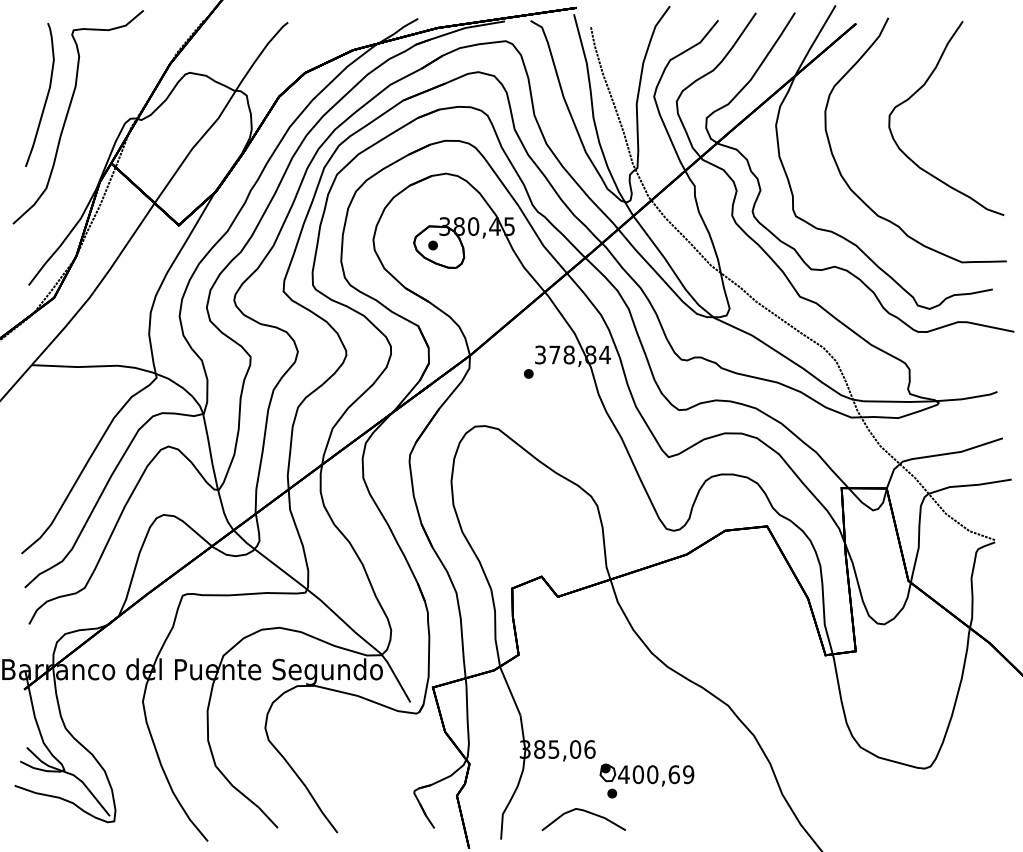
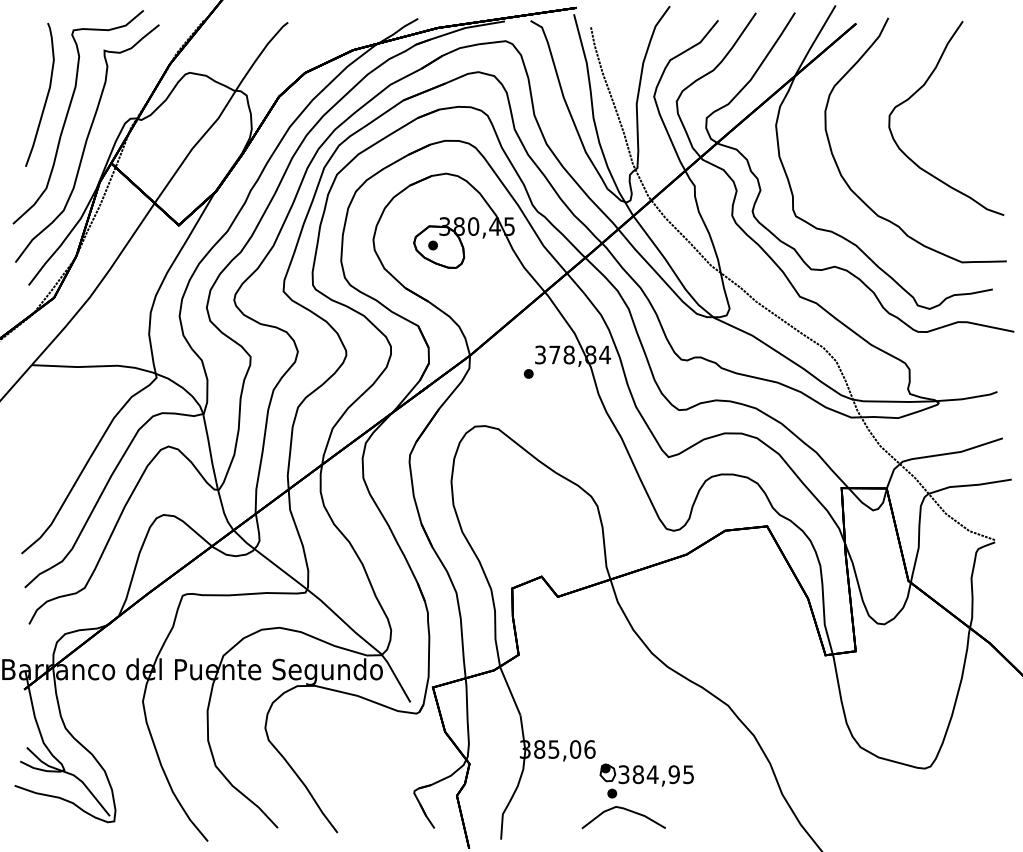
curve at (86, 143): none -> present
text at (656, 774): 400,69 -> 384,95
curve at (585, 812) position: (585, 812) -> (625, 810)
